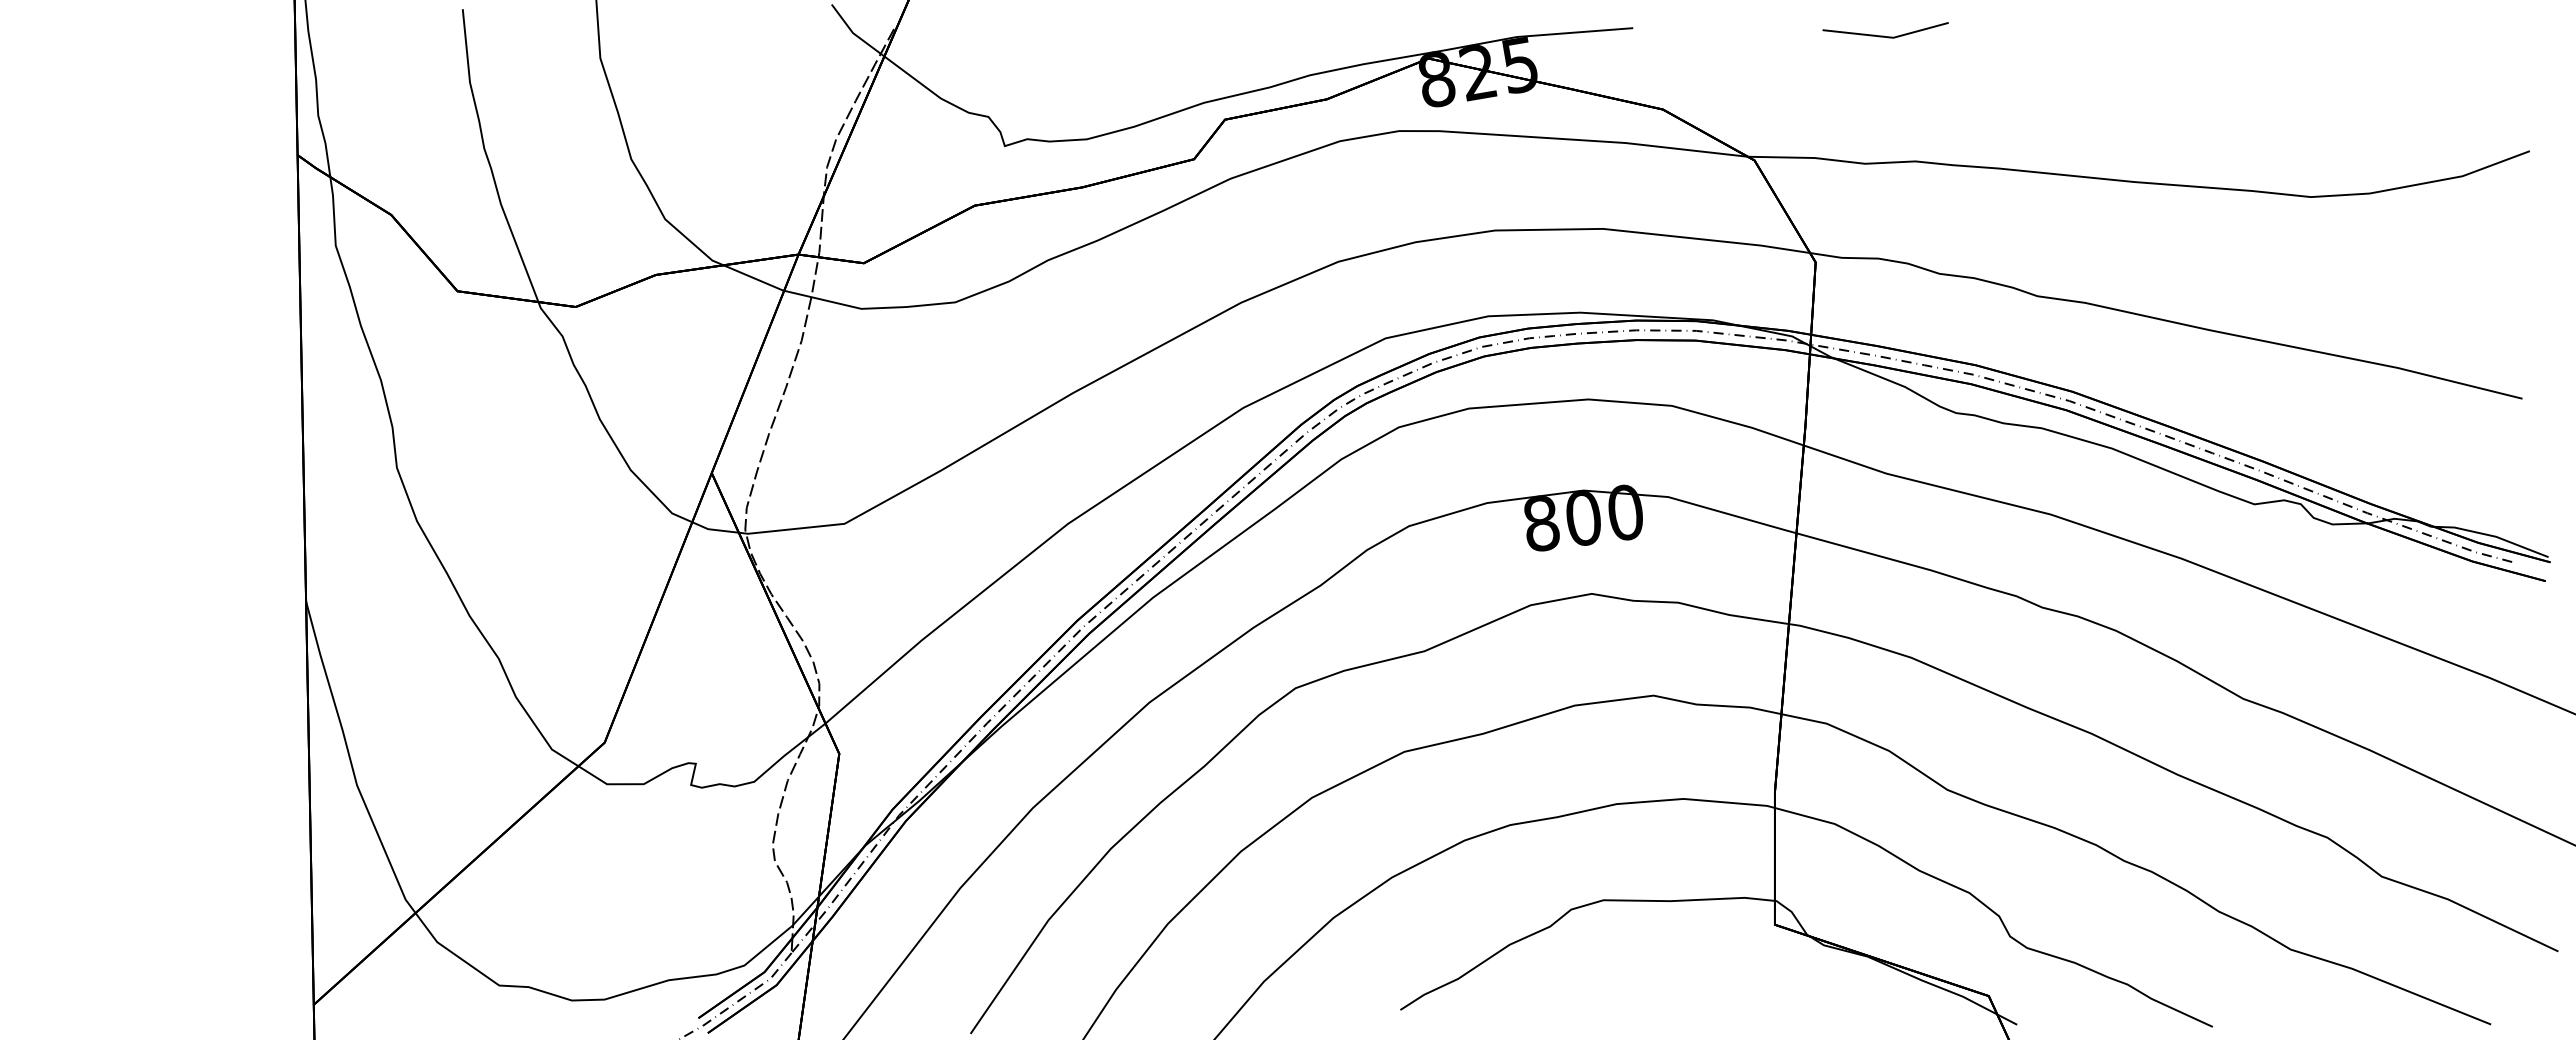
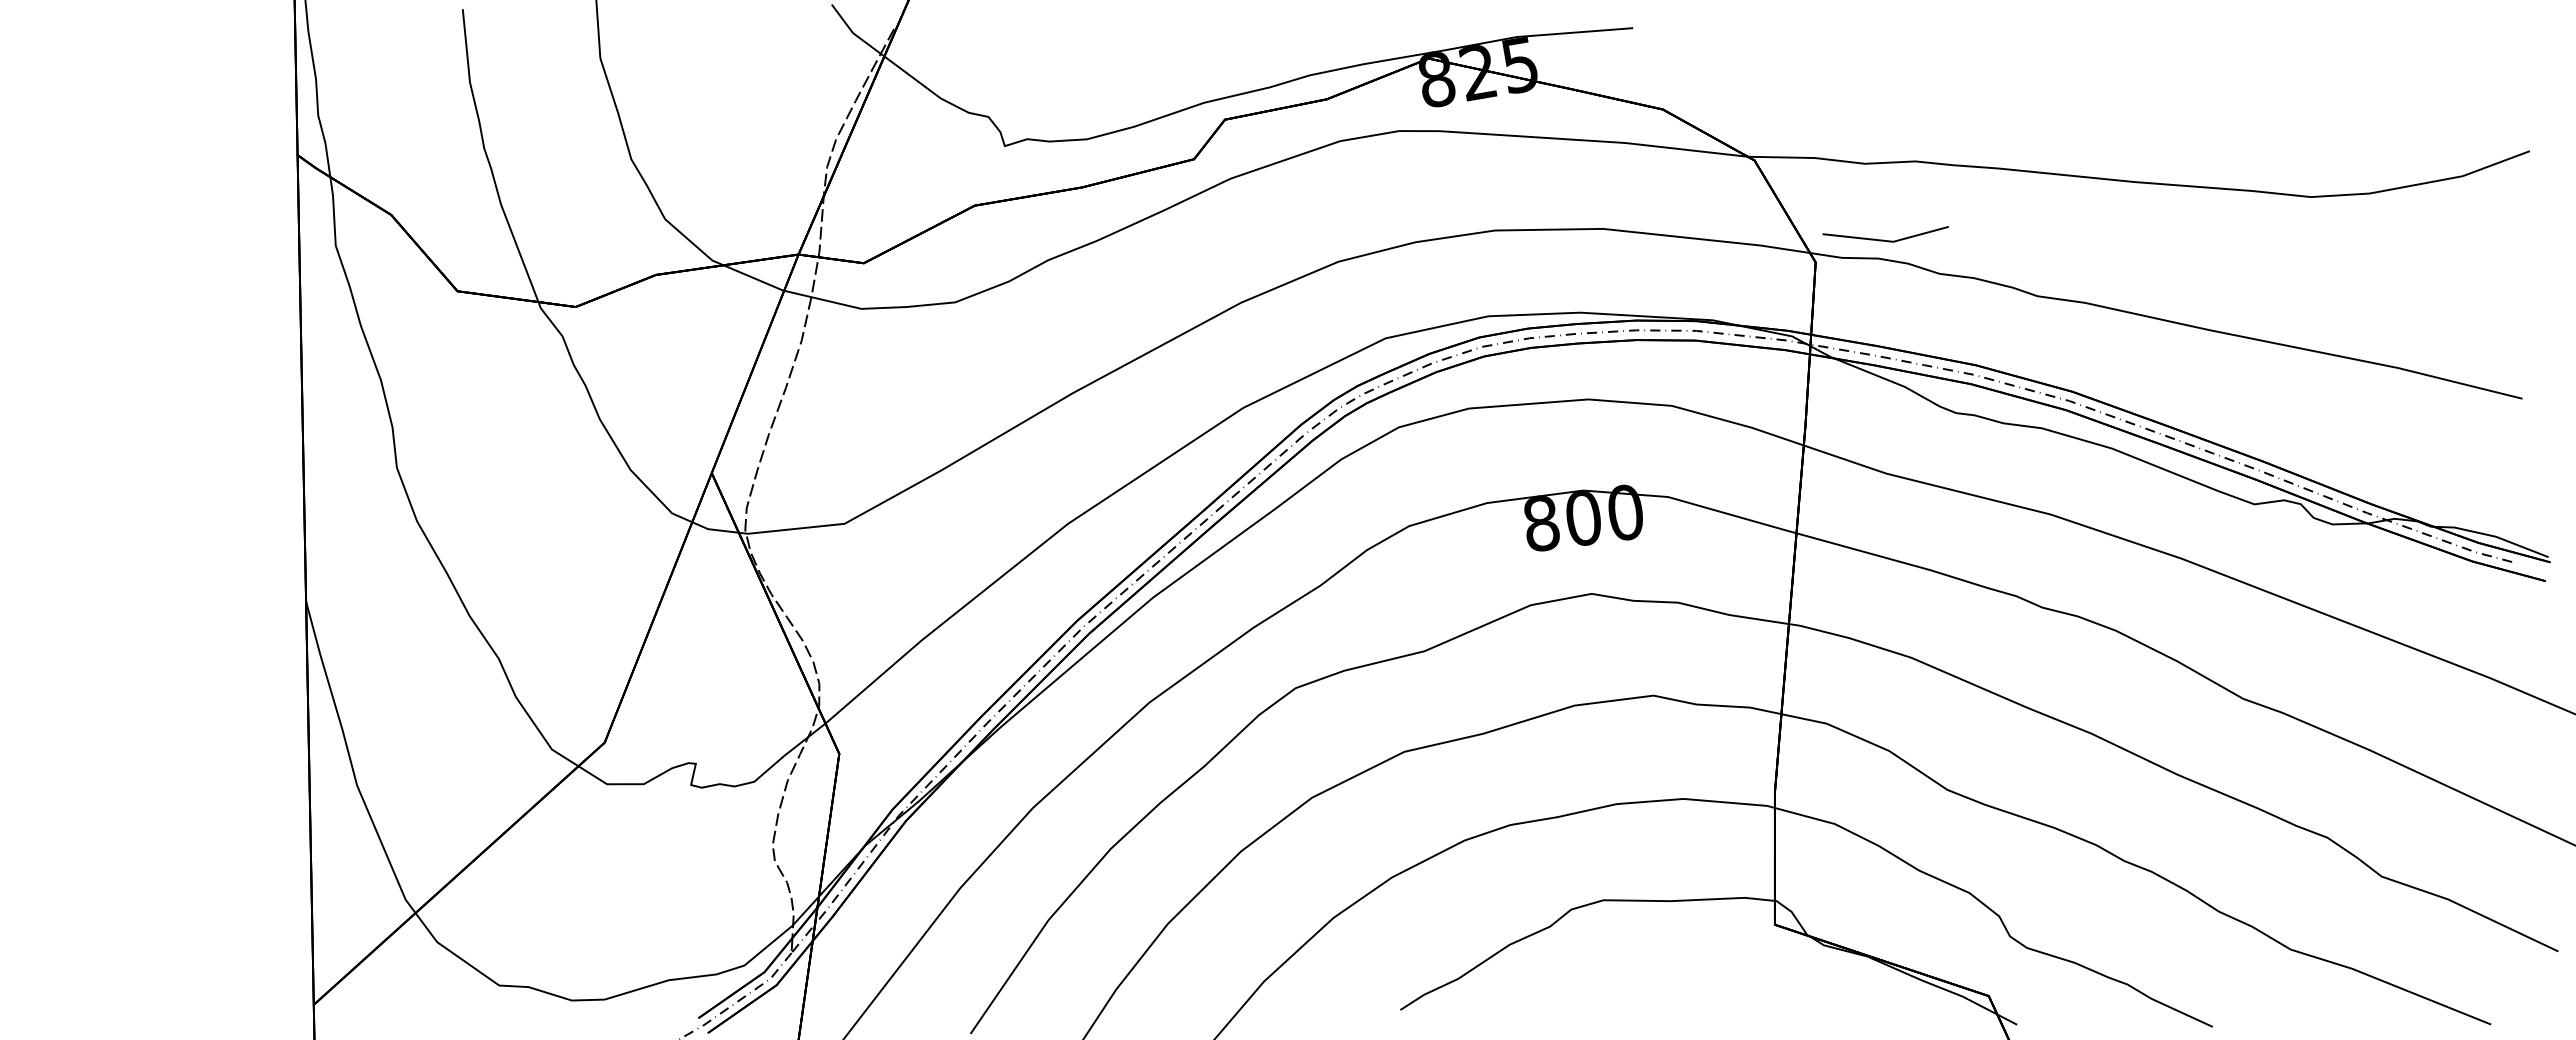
line at (1884, 35) position: (1884, 35) -> (1884, 239)
